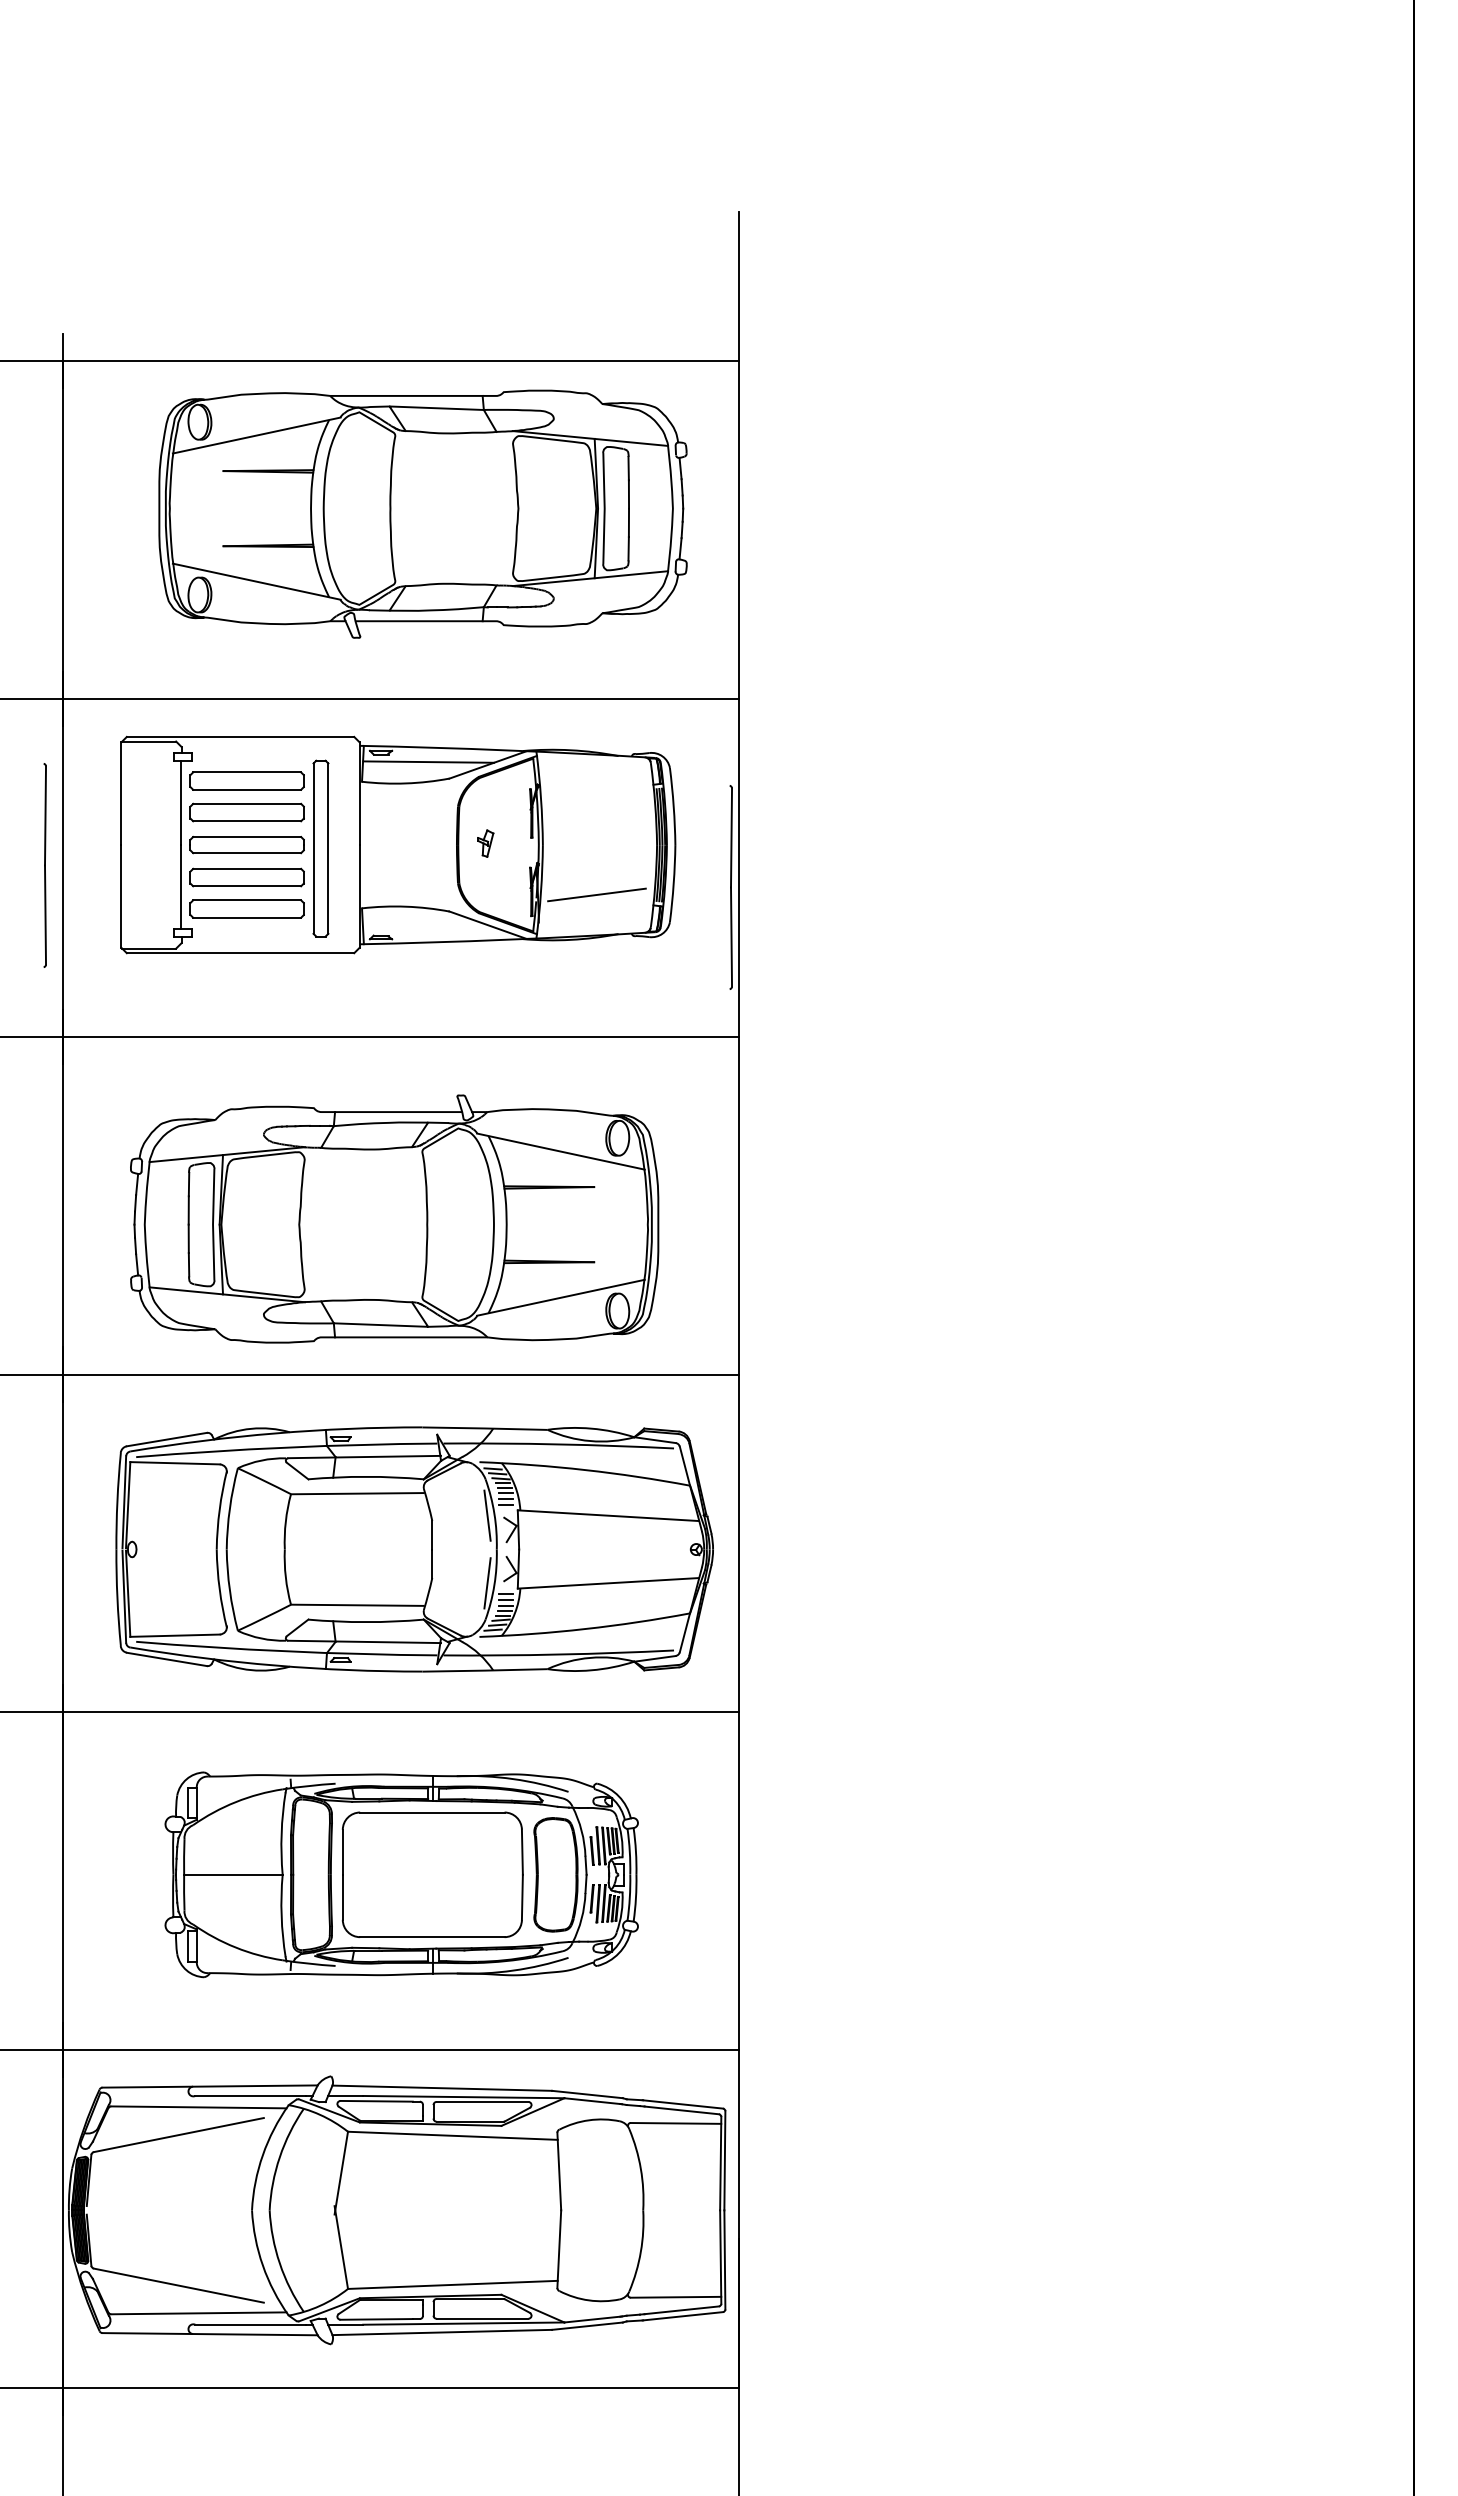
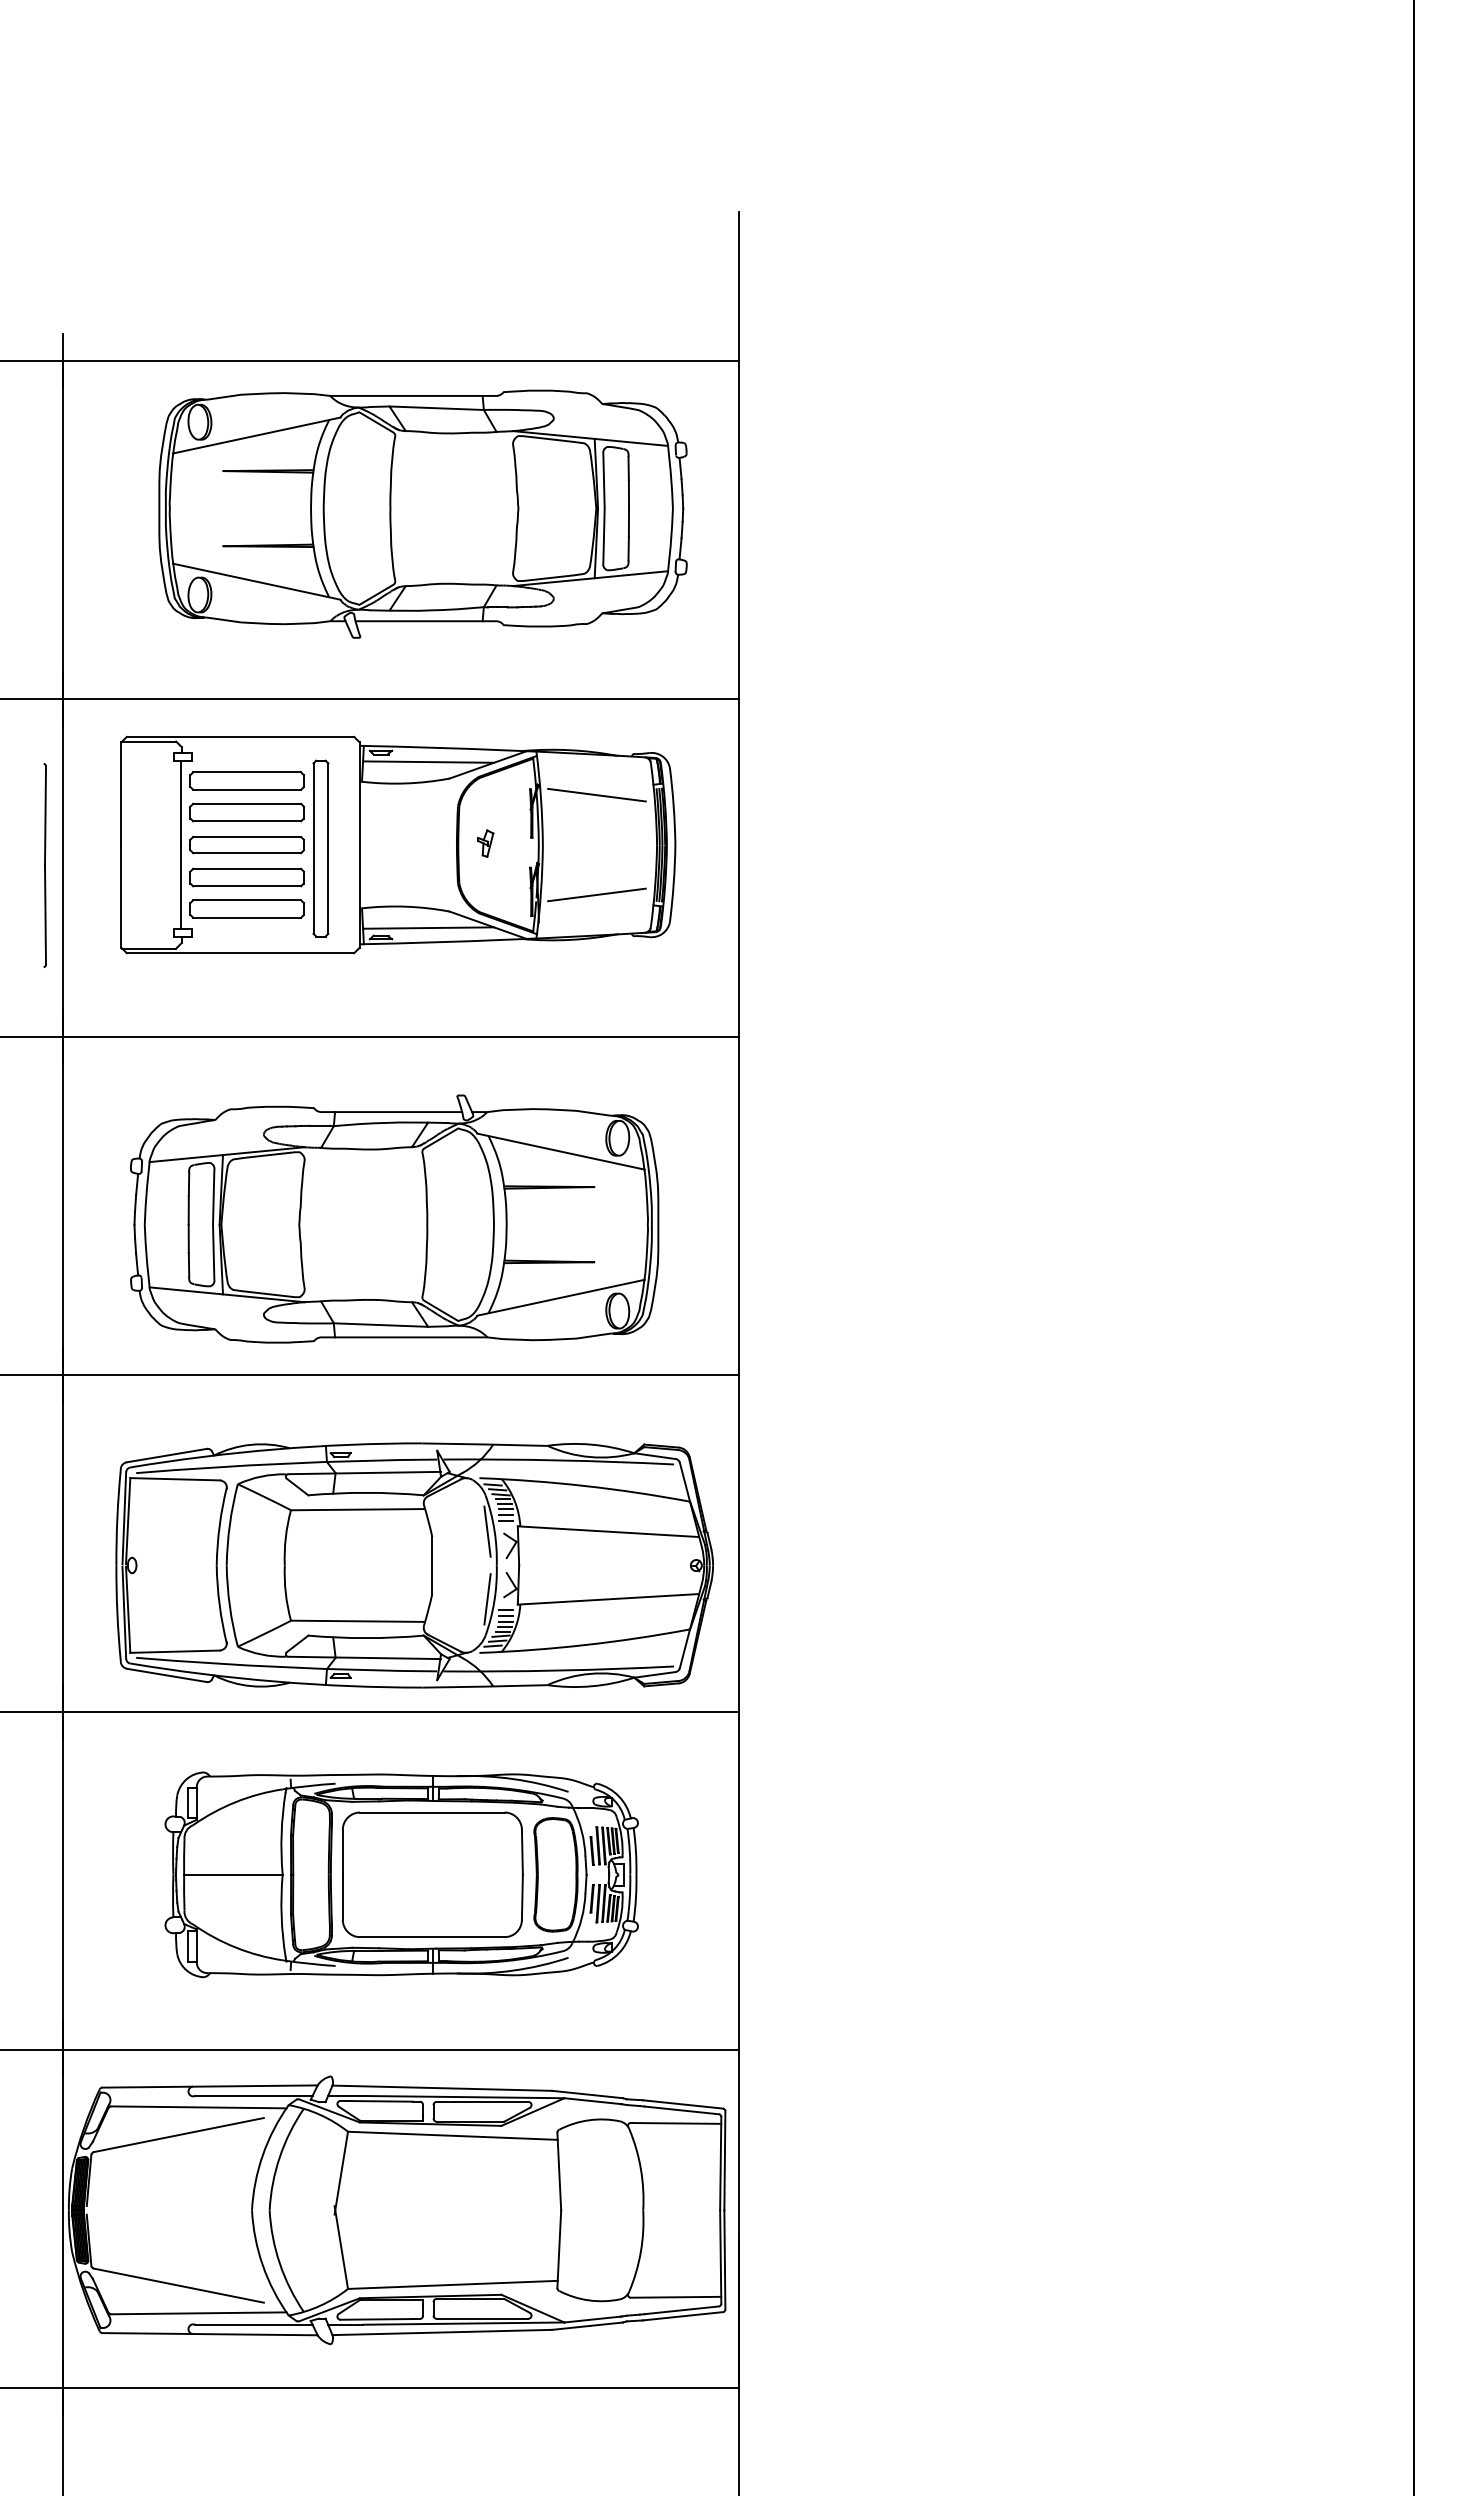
line at (596, 794): none -> present
line at (730, 887): present -> none
line at (428, 927): none -> present
part at (414, 1549) position: (414, 1549) -> (414, 1565)
